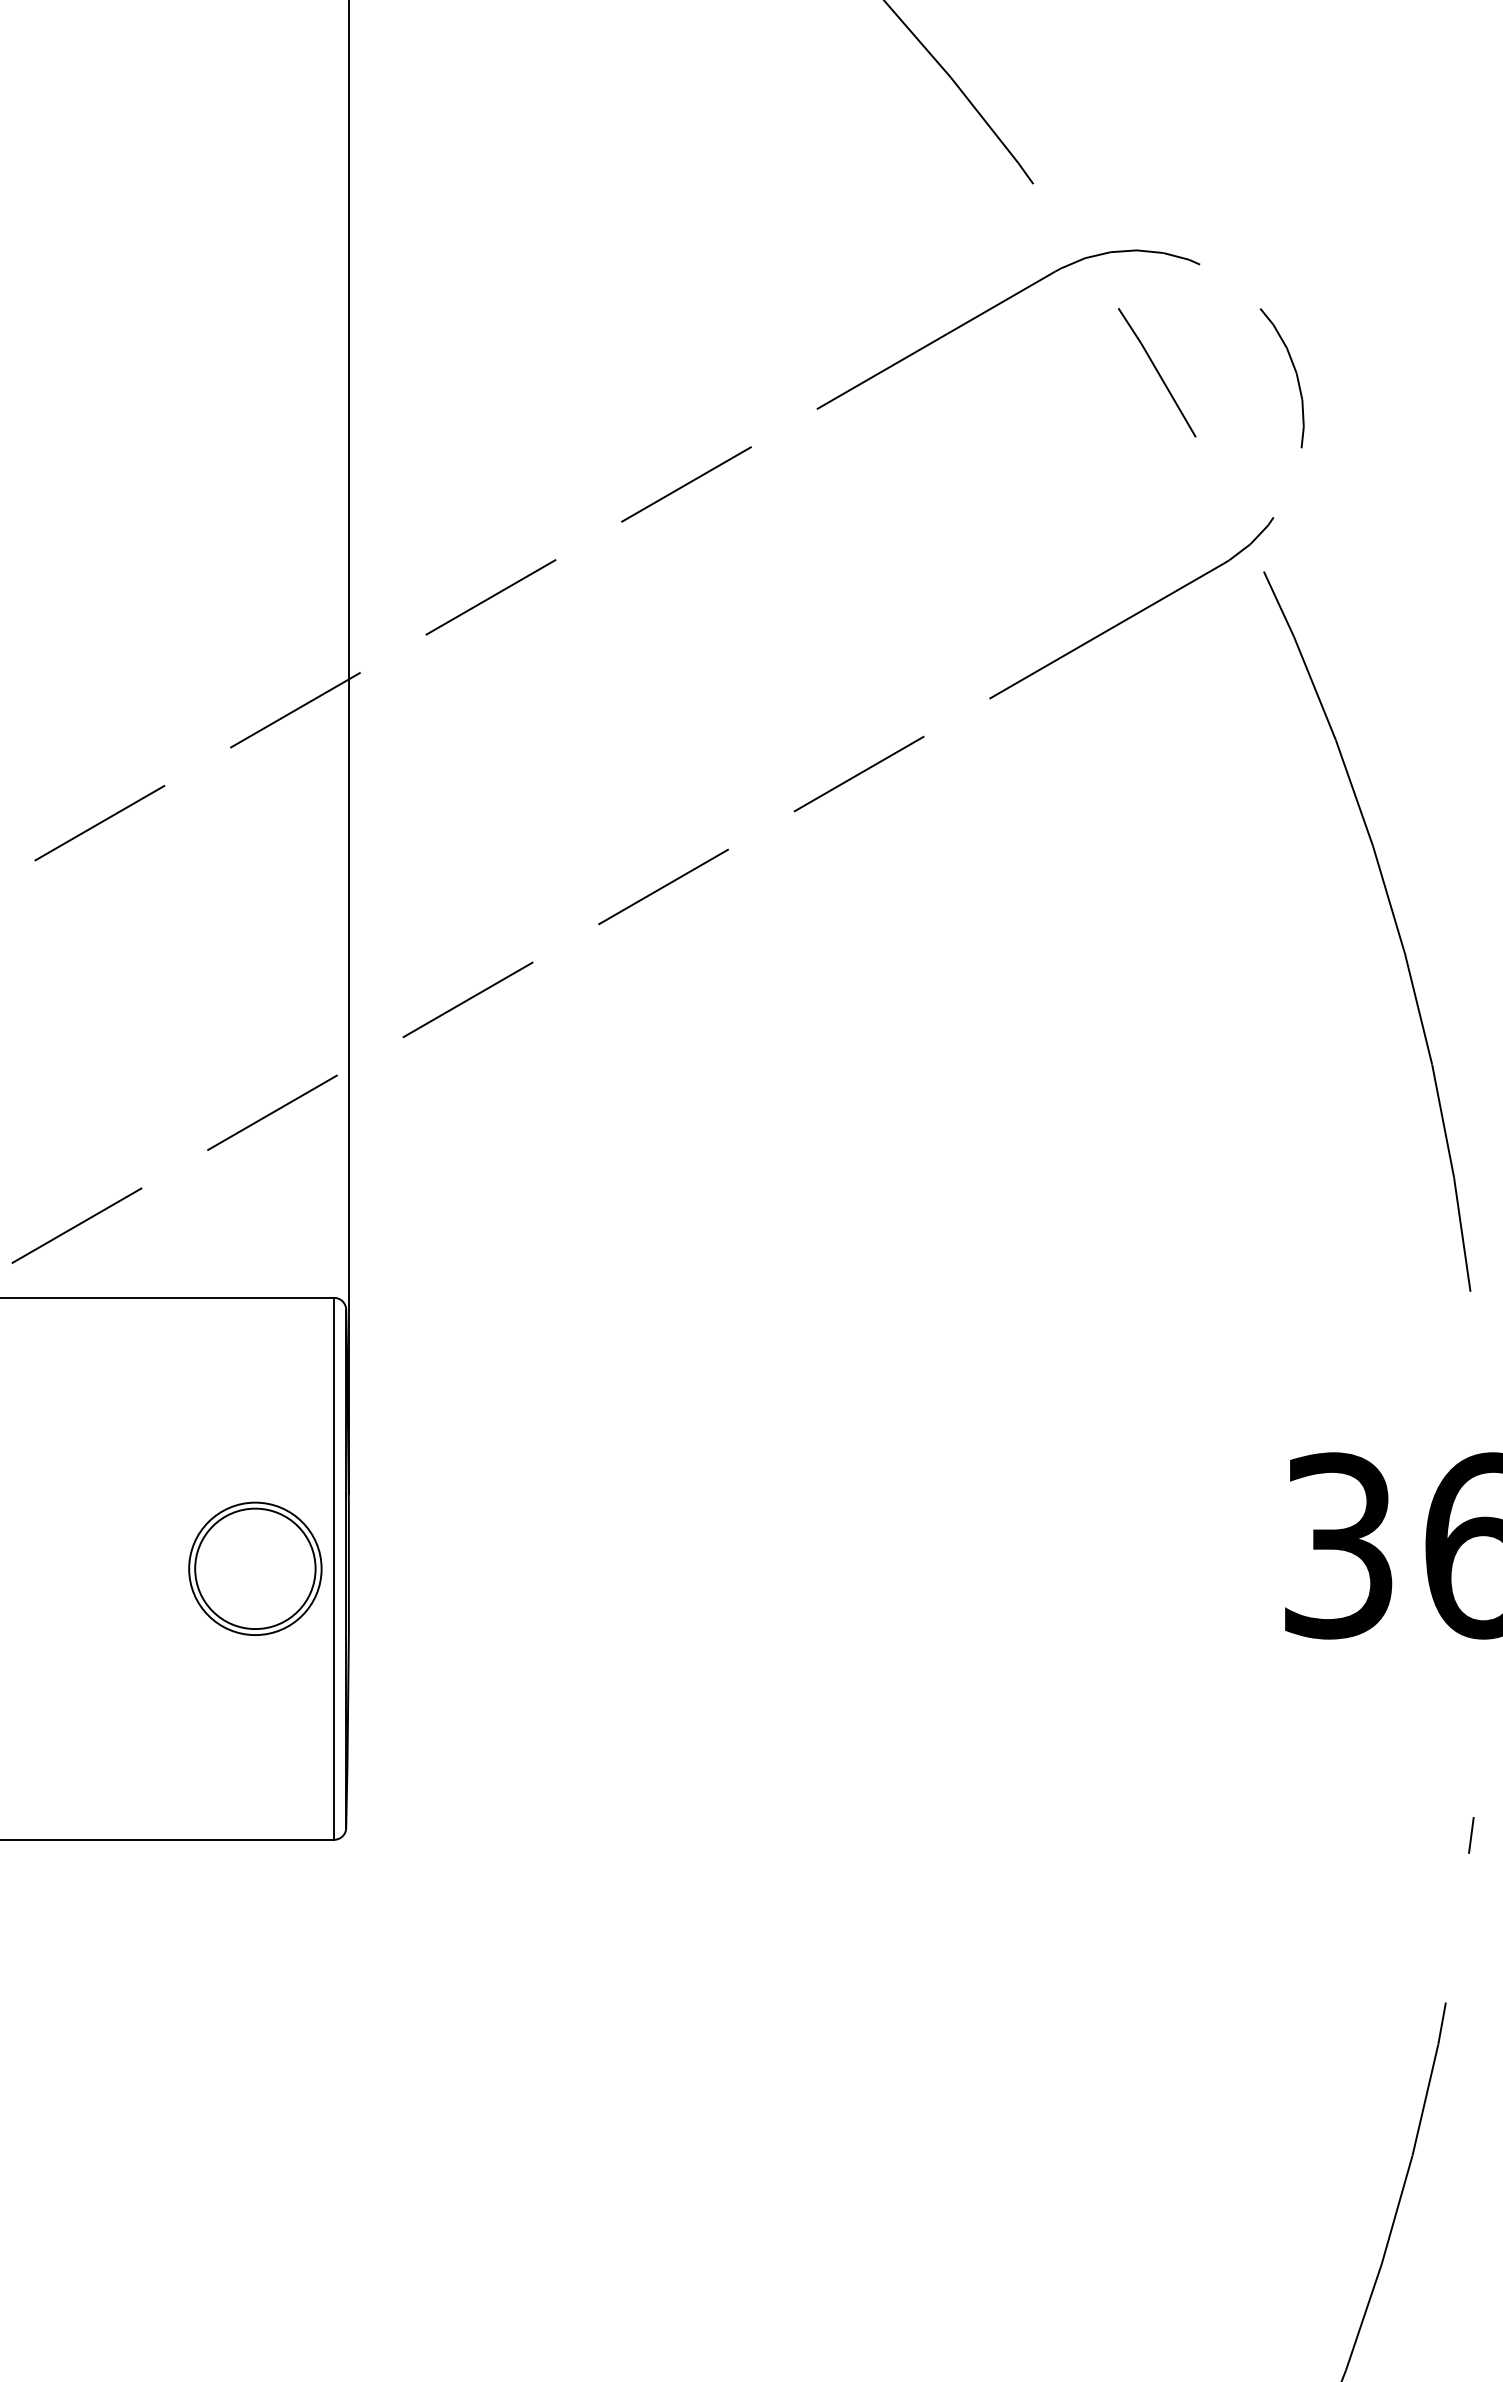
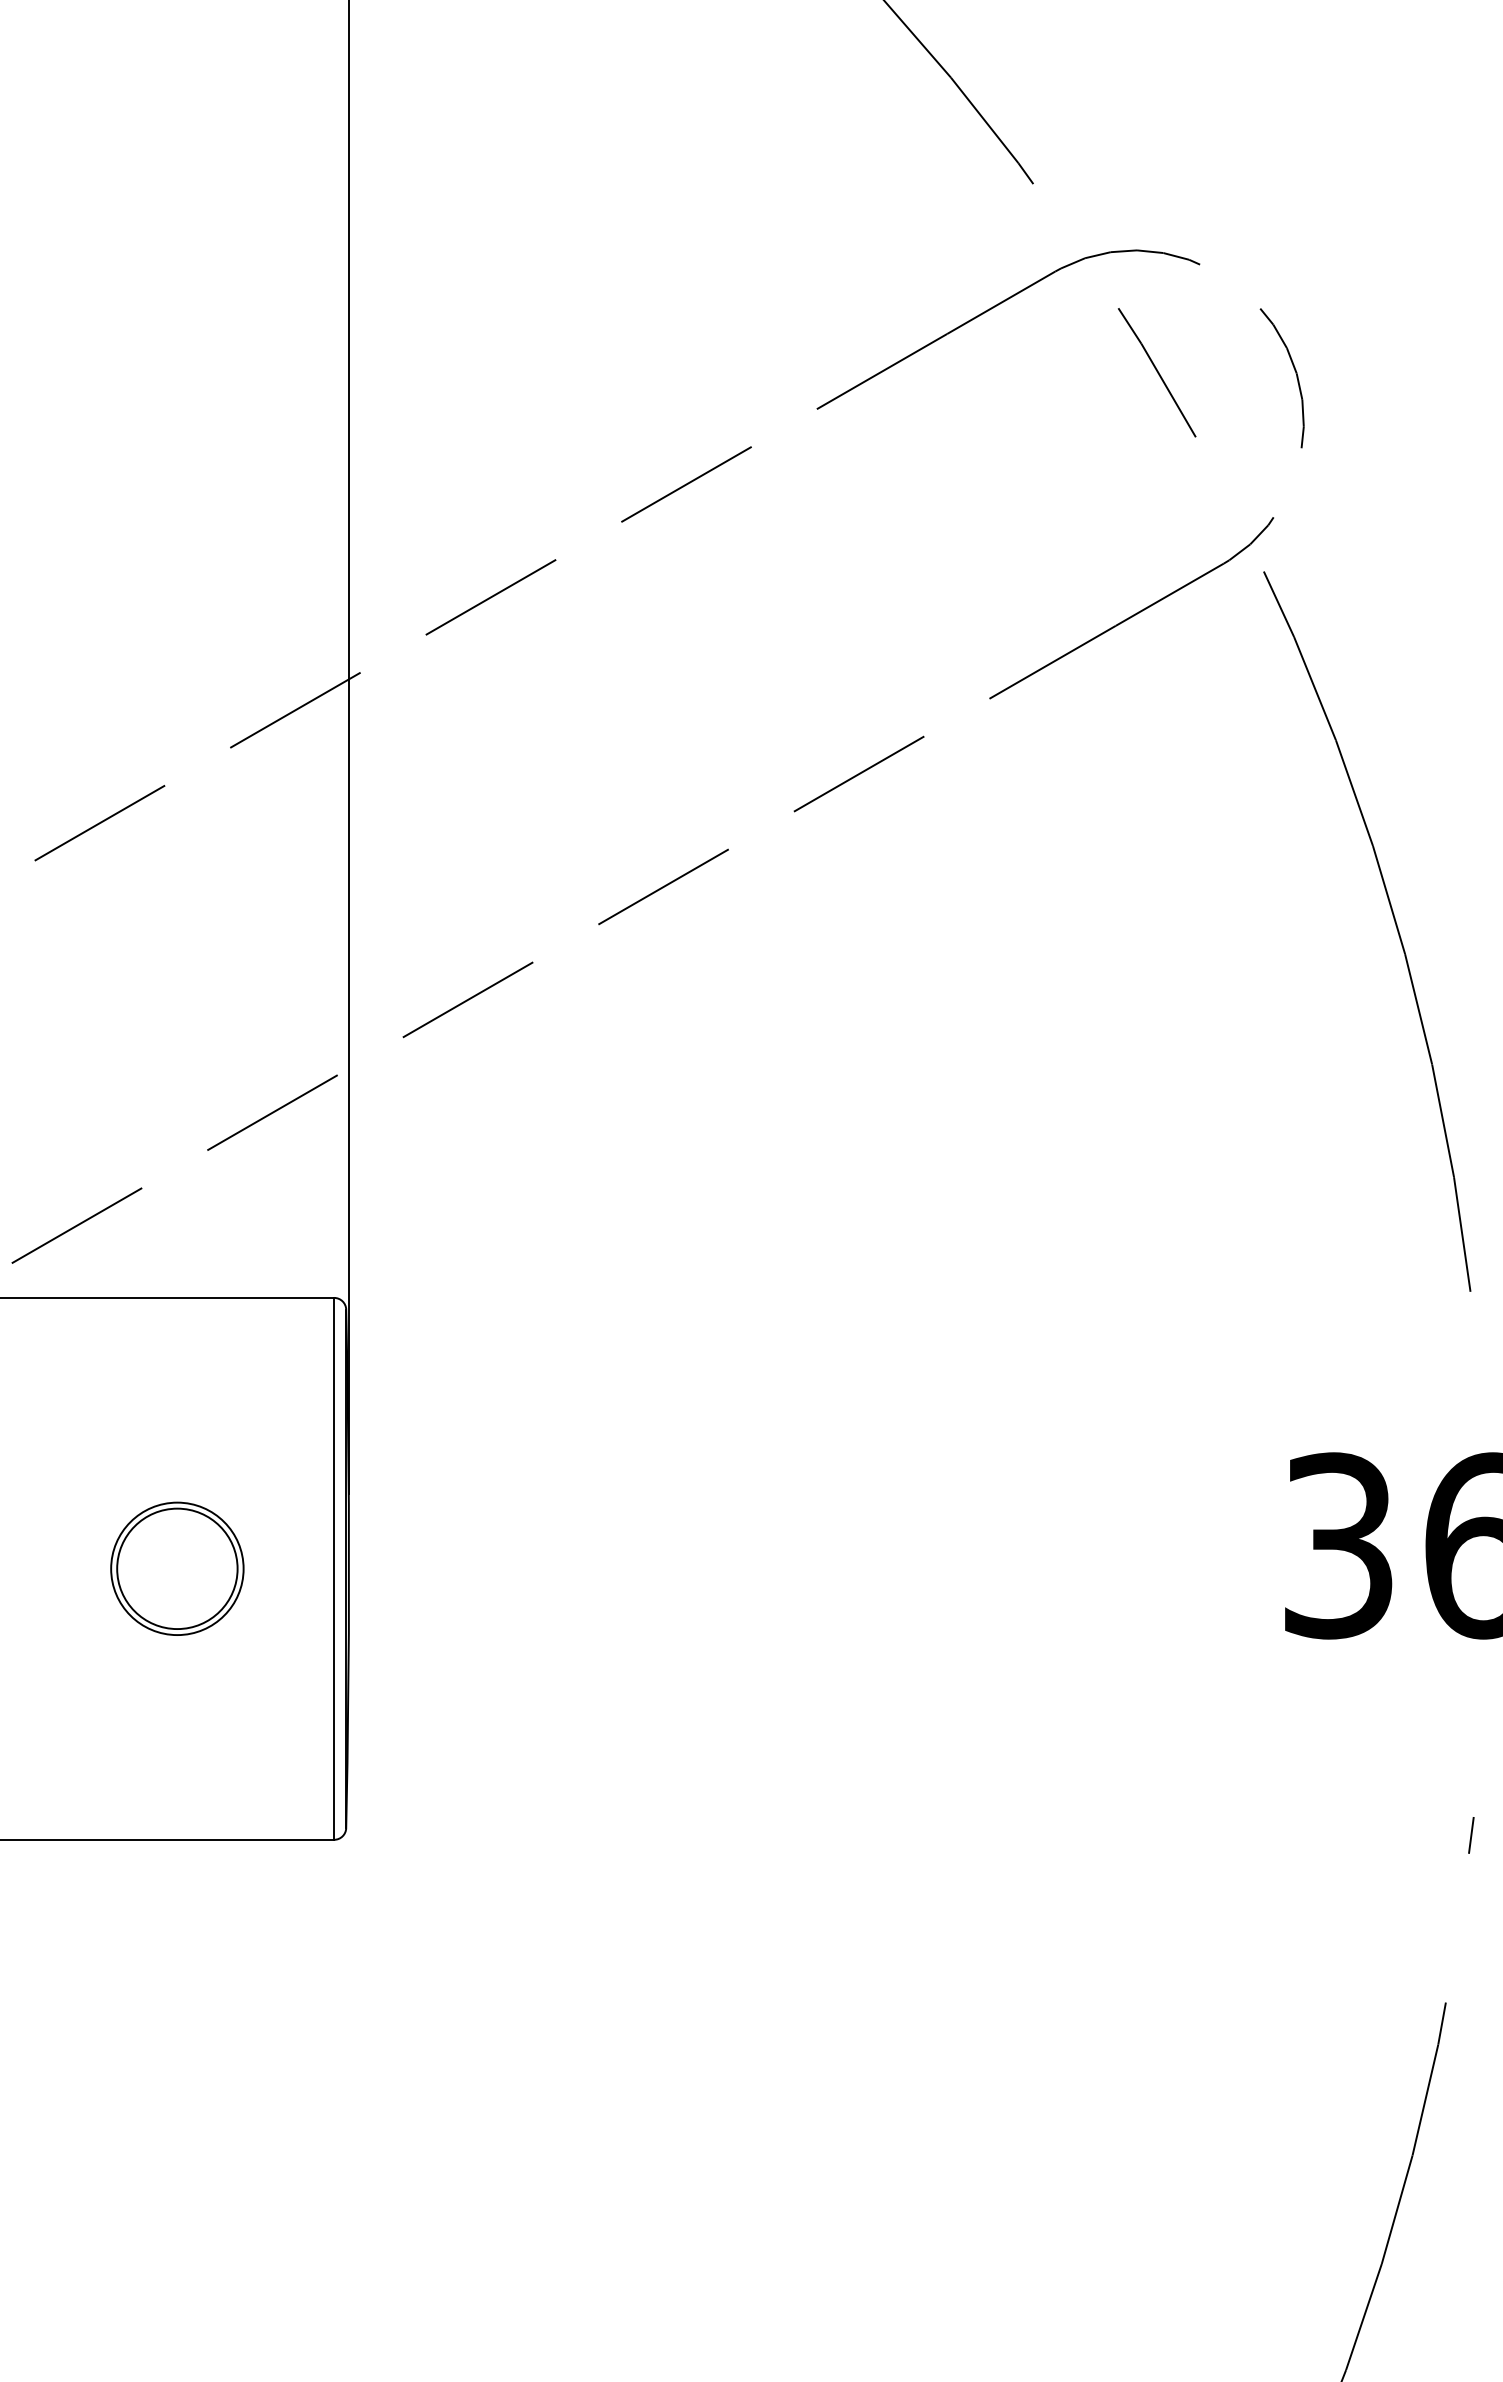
part at (255, 1568) position: (255, 1568) -> (177, 1568)
